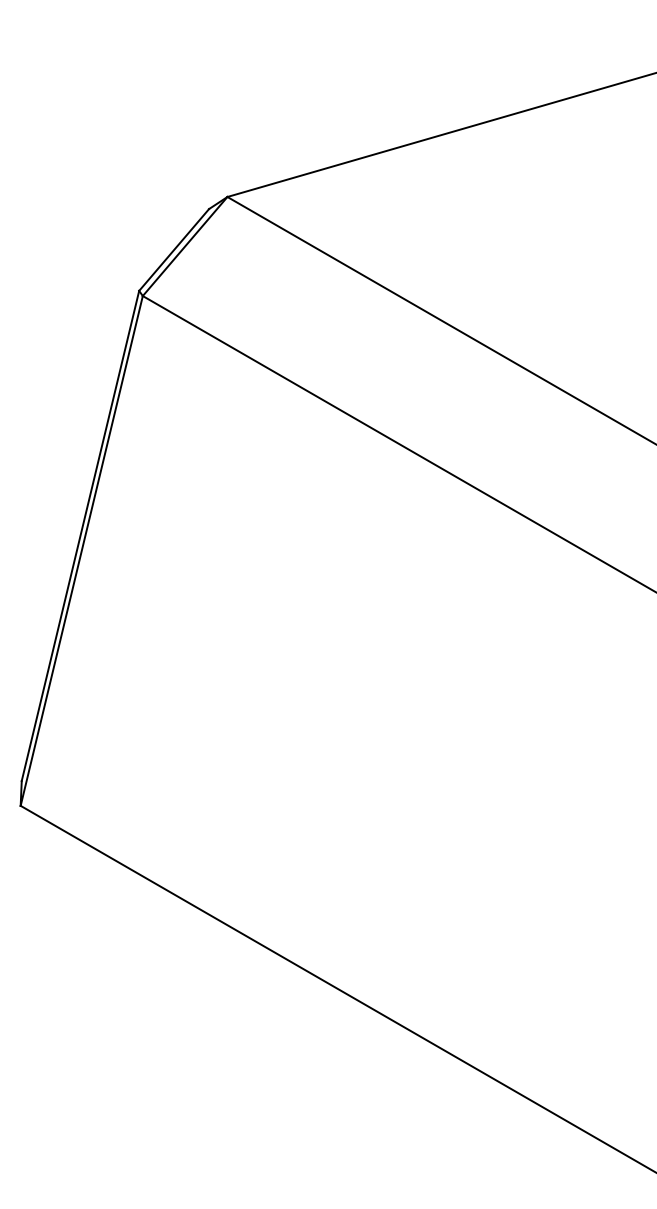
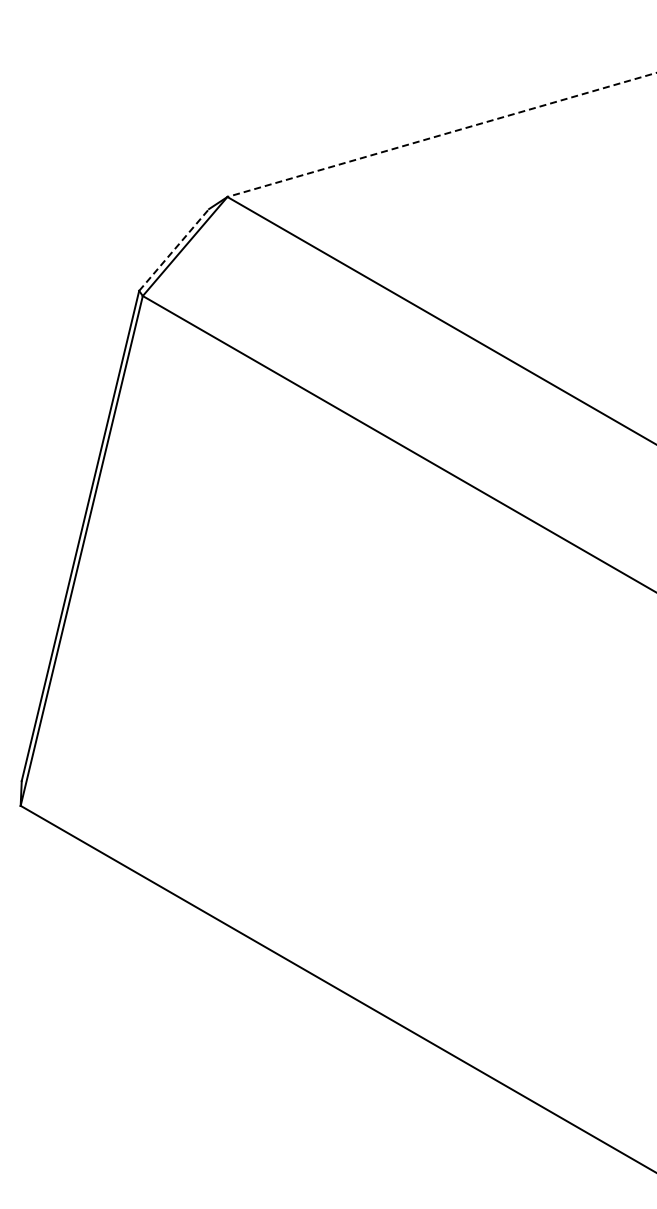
line at (441, 135): solid -> dashed
line at (174, 250): solid -> dashed
